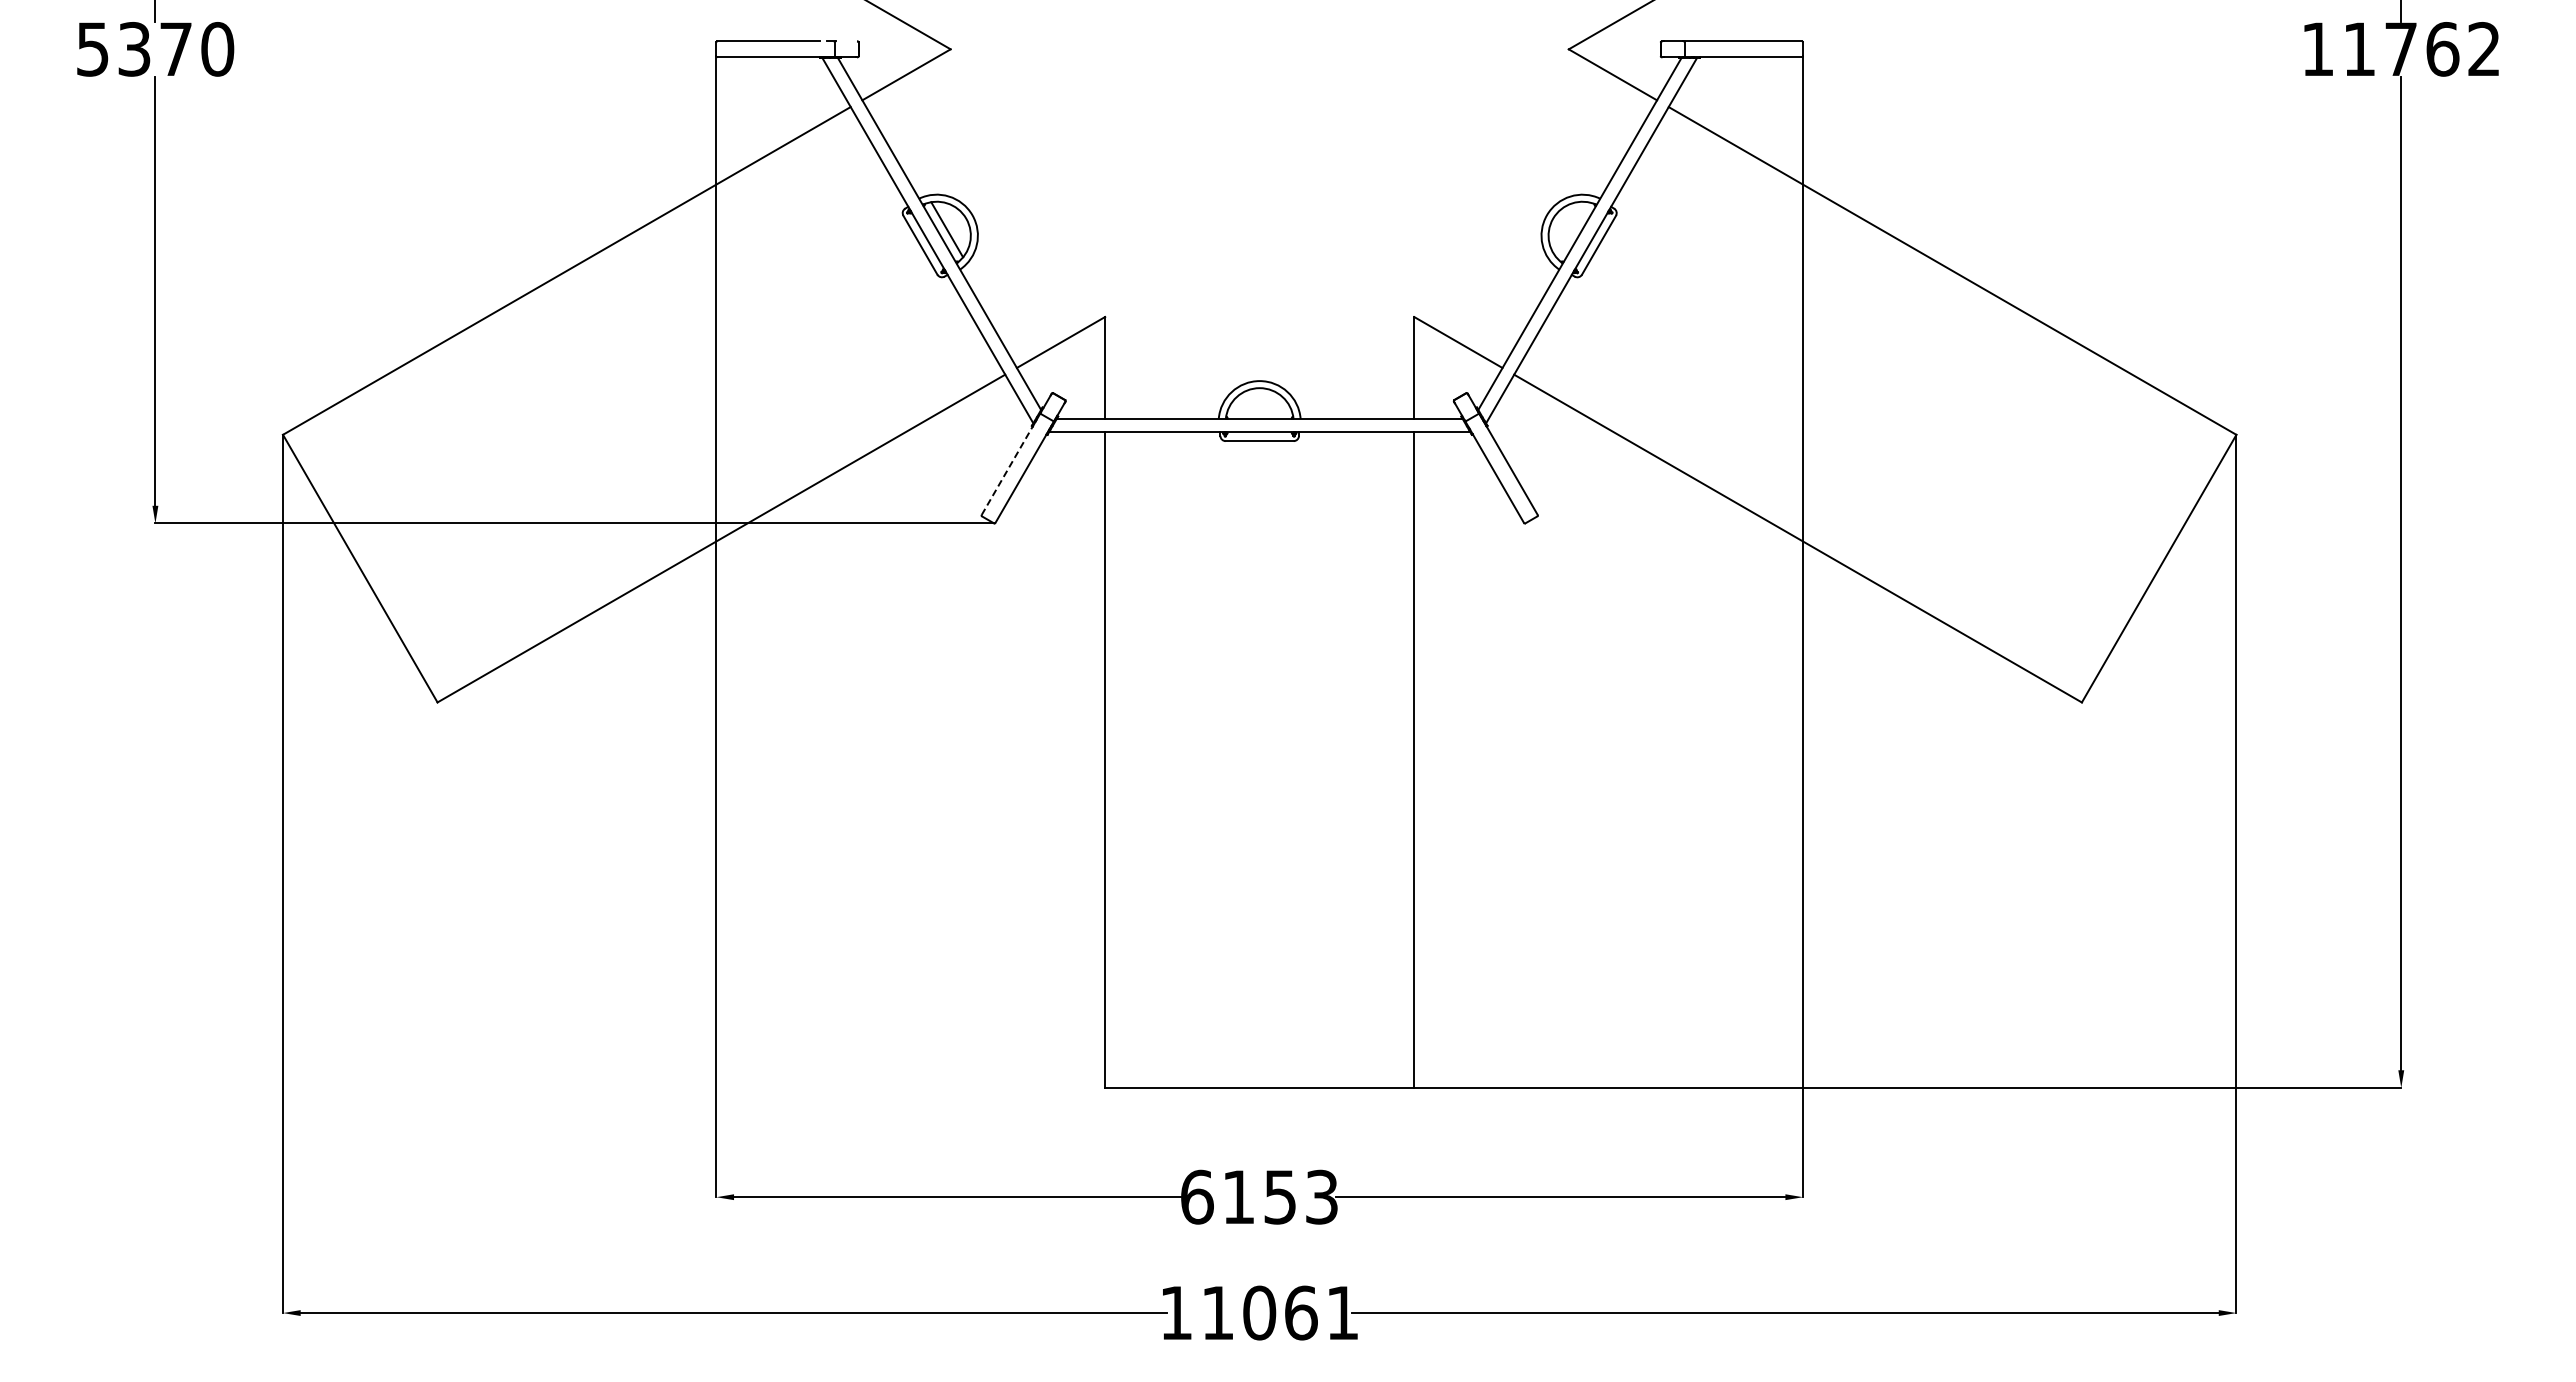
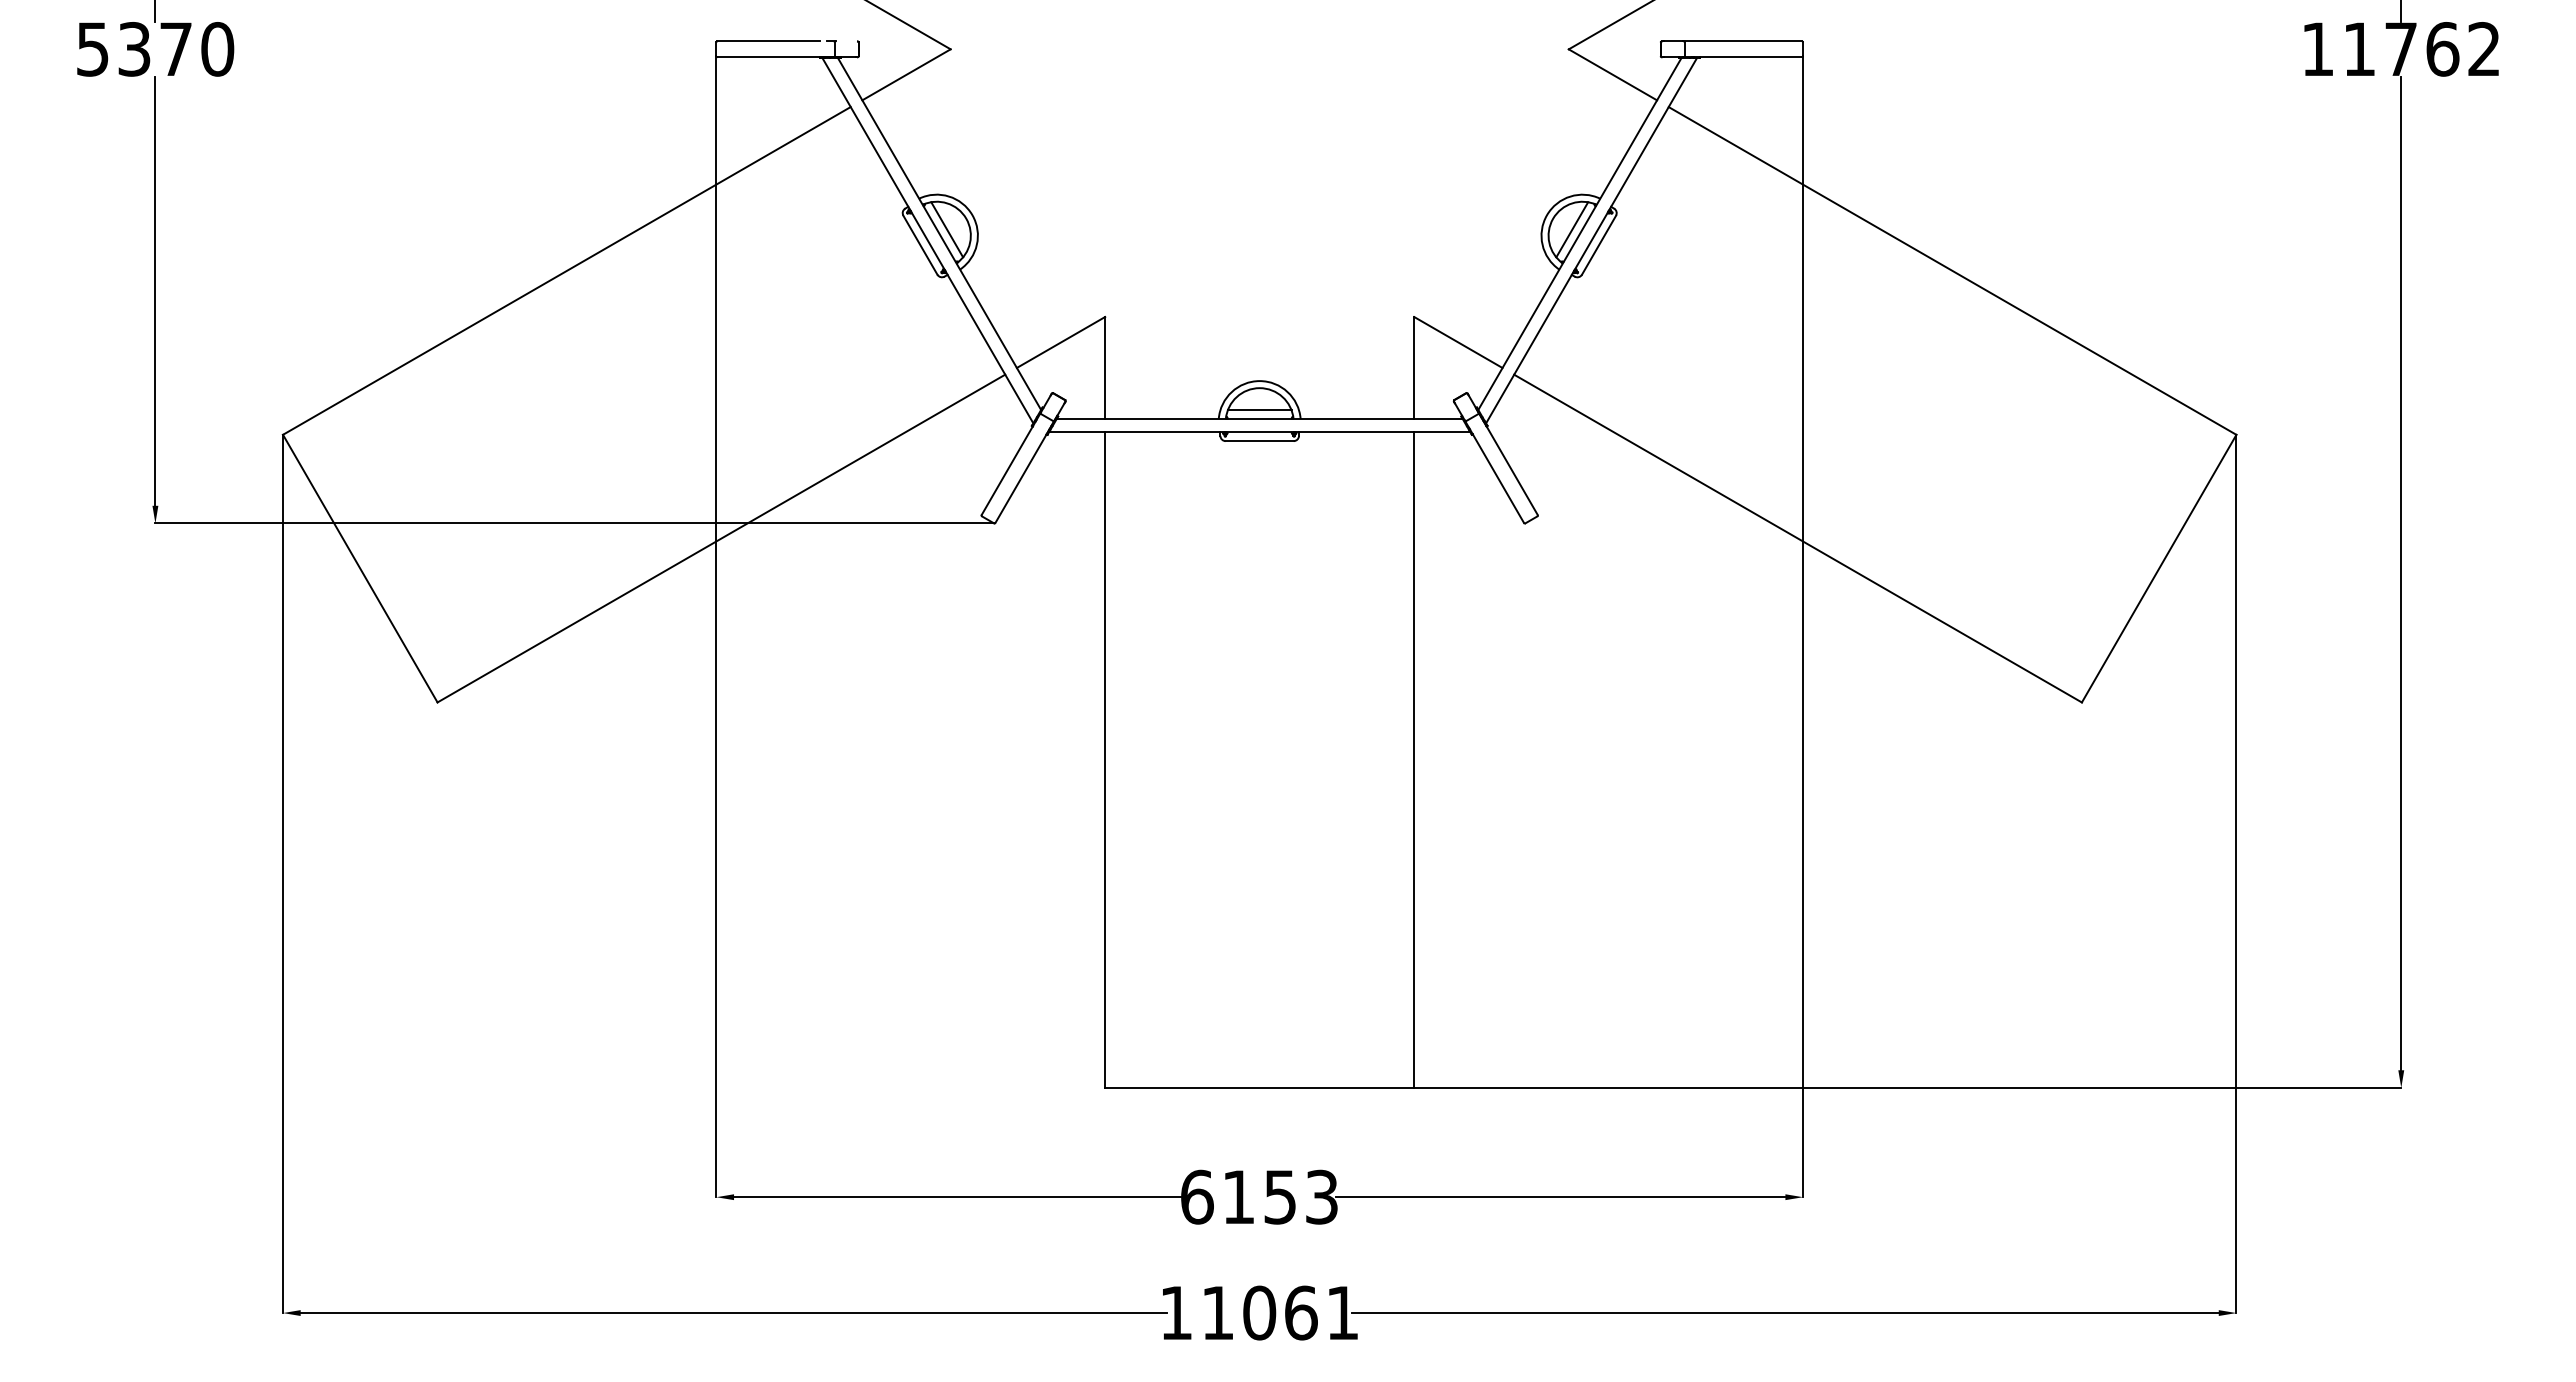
line at (1572, 229): none -> present
line at (1259, 410): none -> present
line at (1007, 470): dashed -> solid
